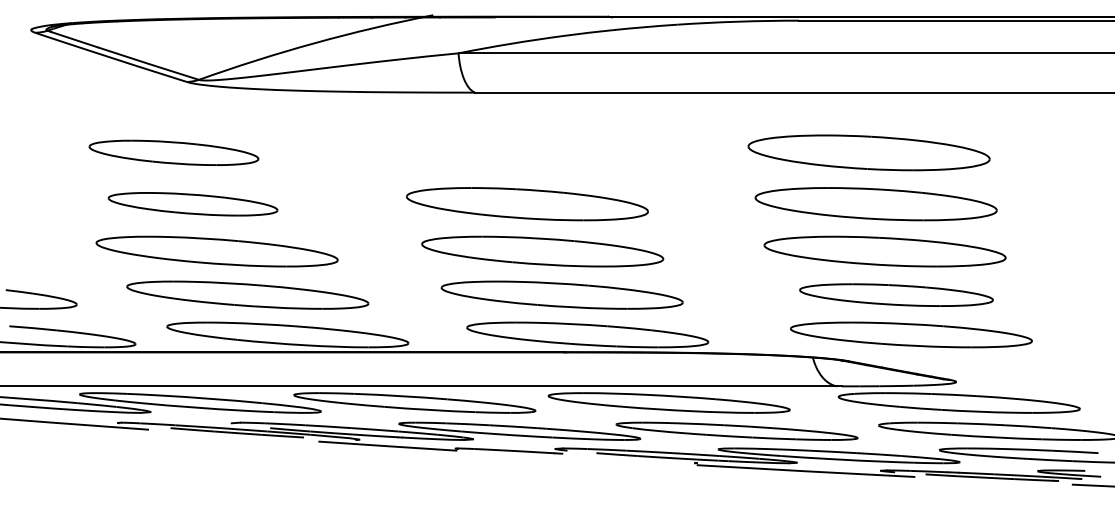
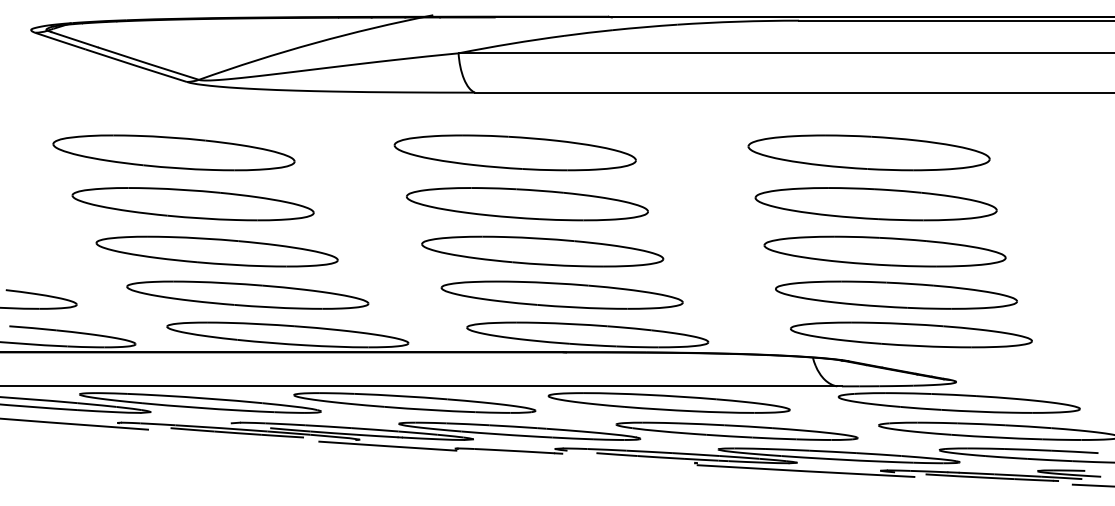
part at (173, 152) size: 172x27 px -> 244x38 px
part at (514, 152): none -> present
part at (192, 204) size: 172x25 px -> 244x35 px
part at (896, 294) size: 195x24 px -> 243x30 px
